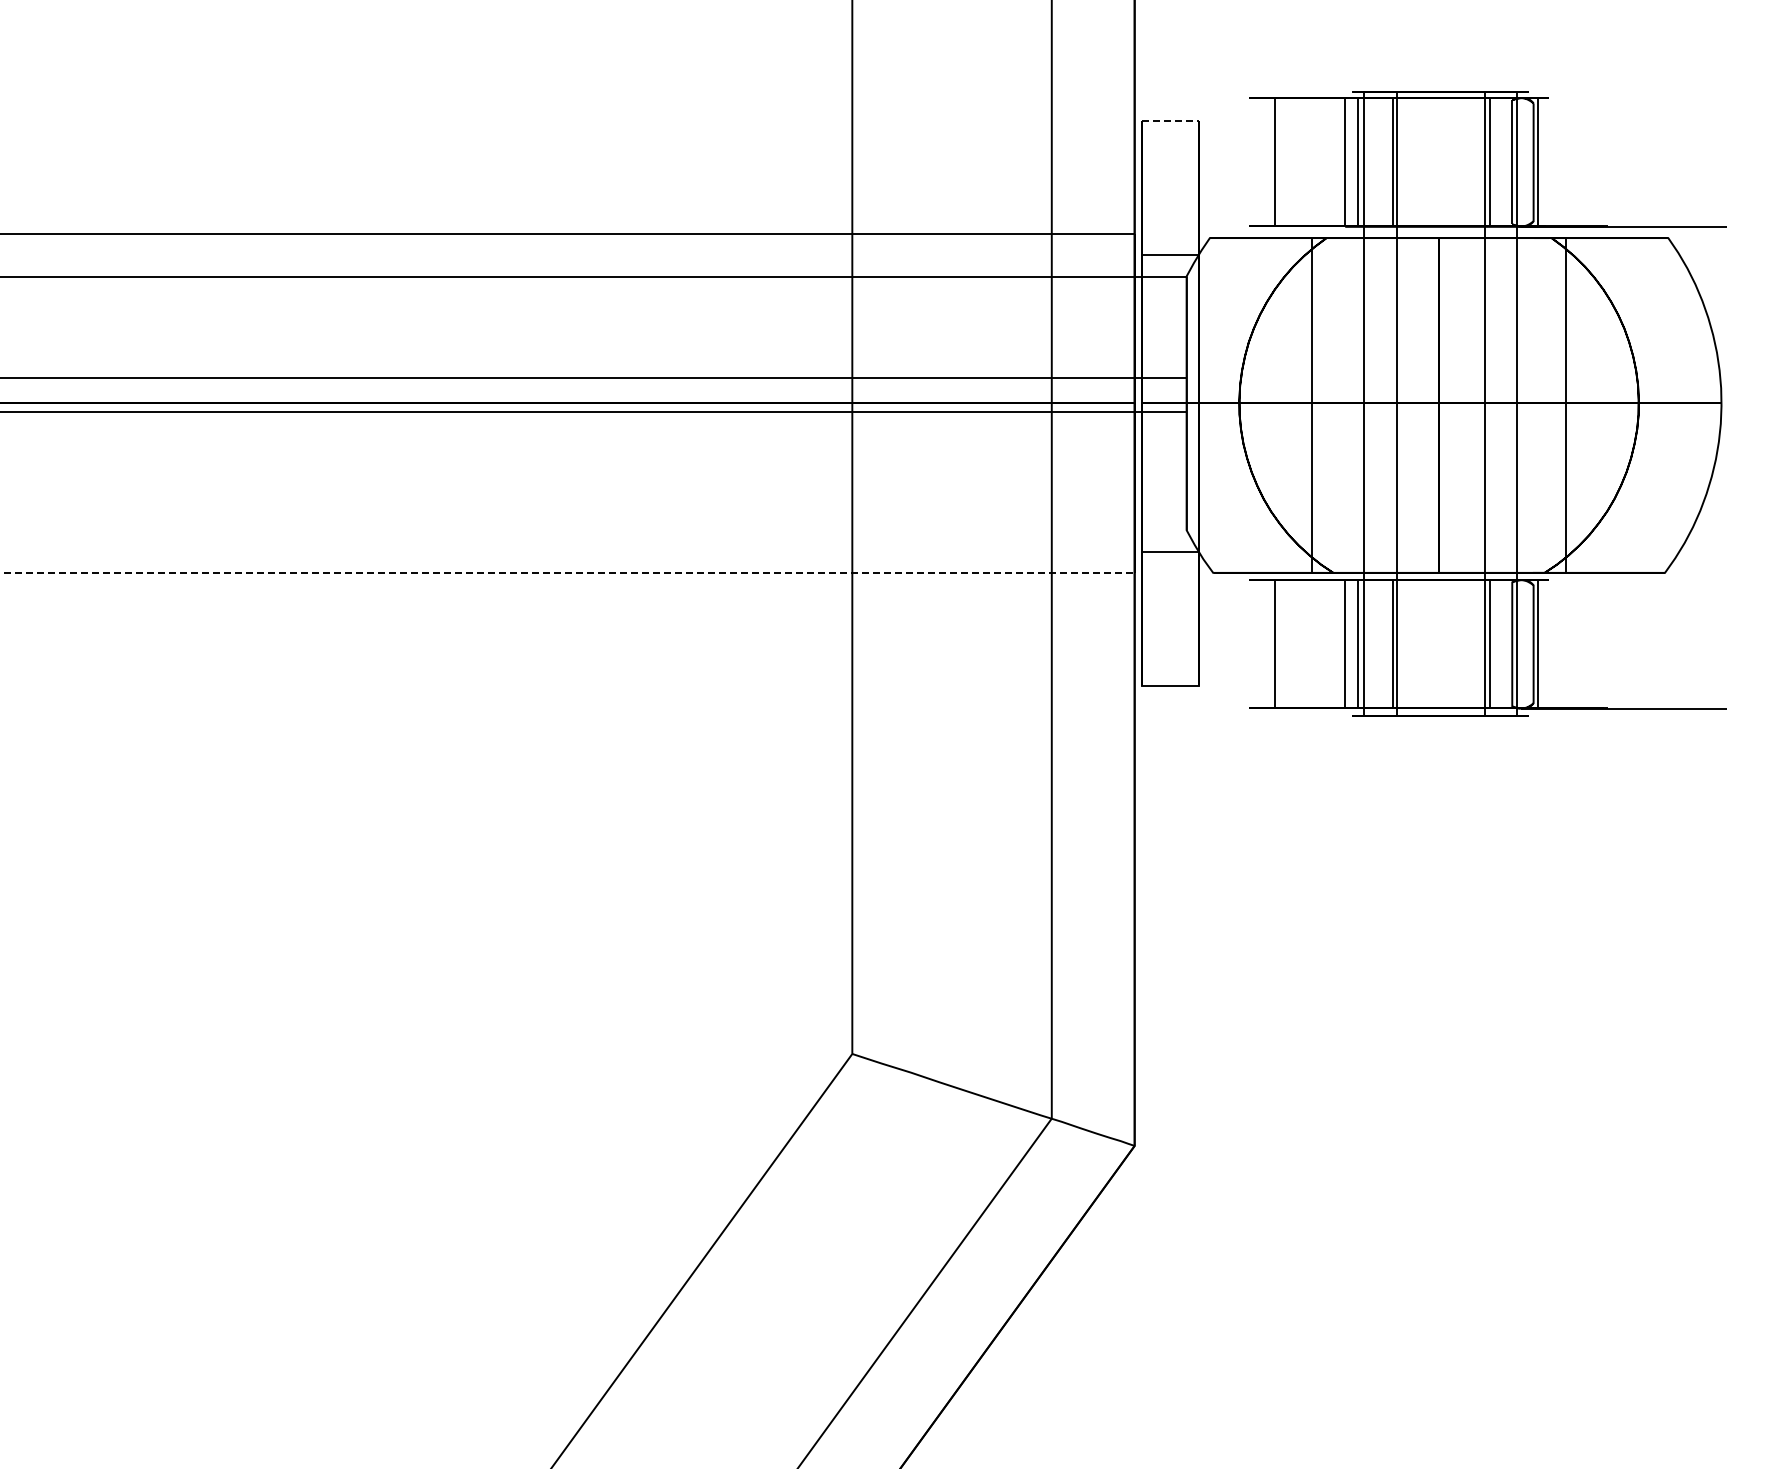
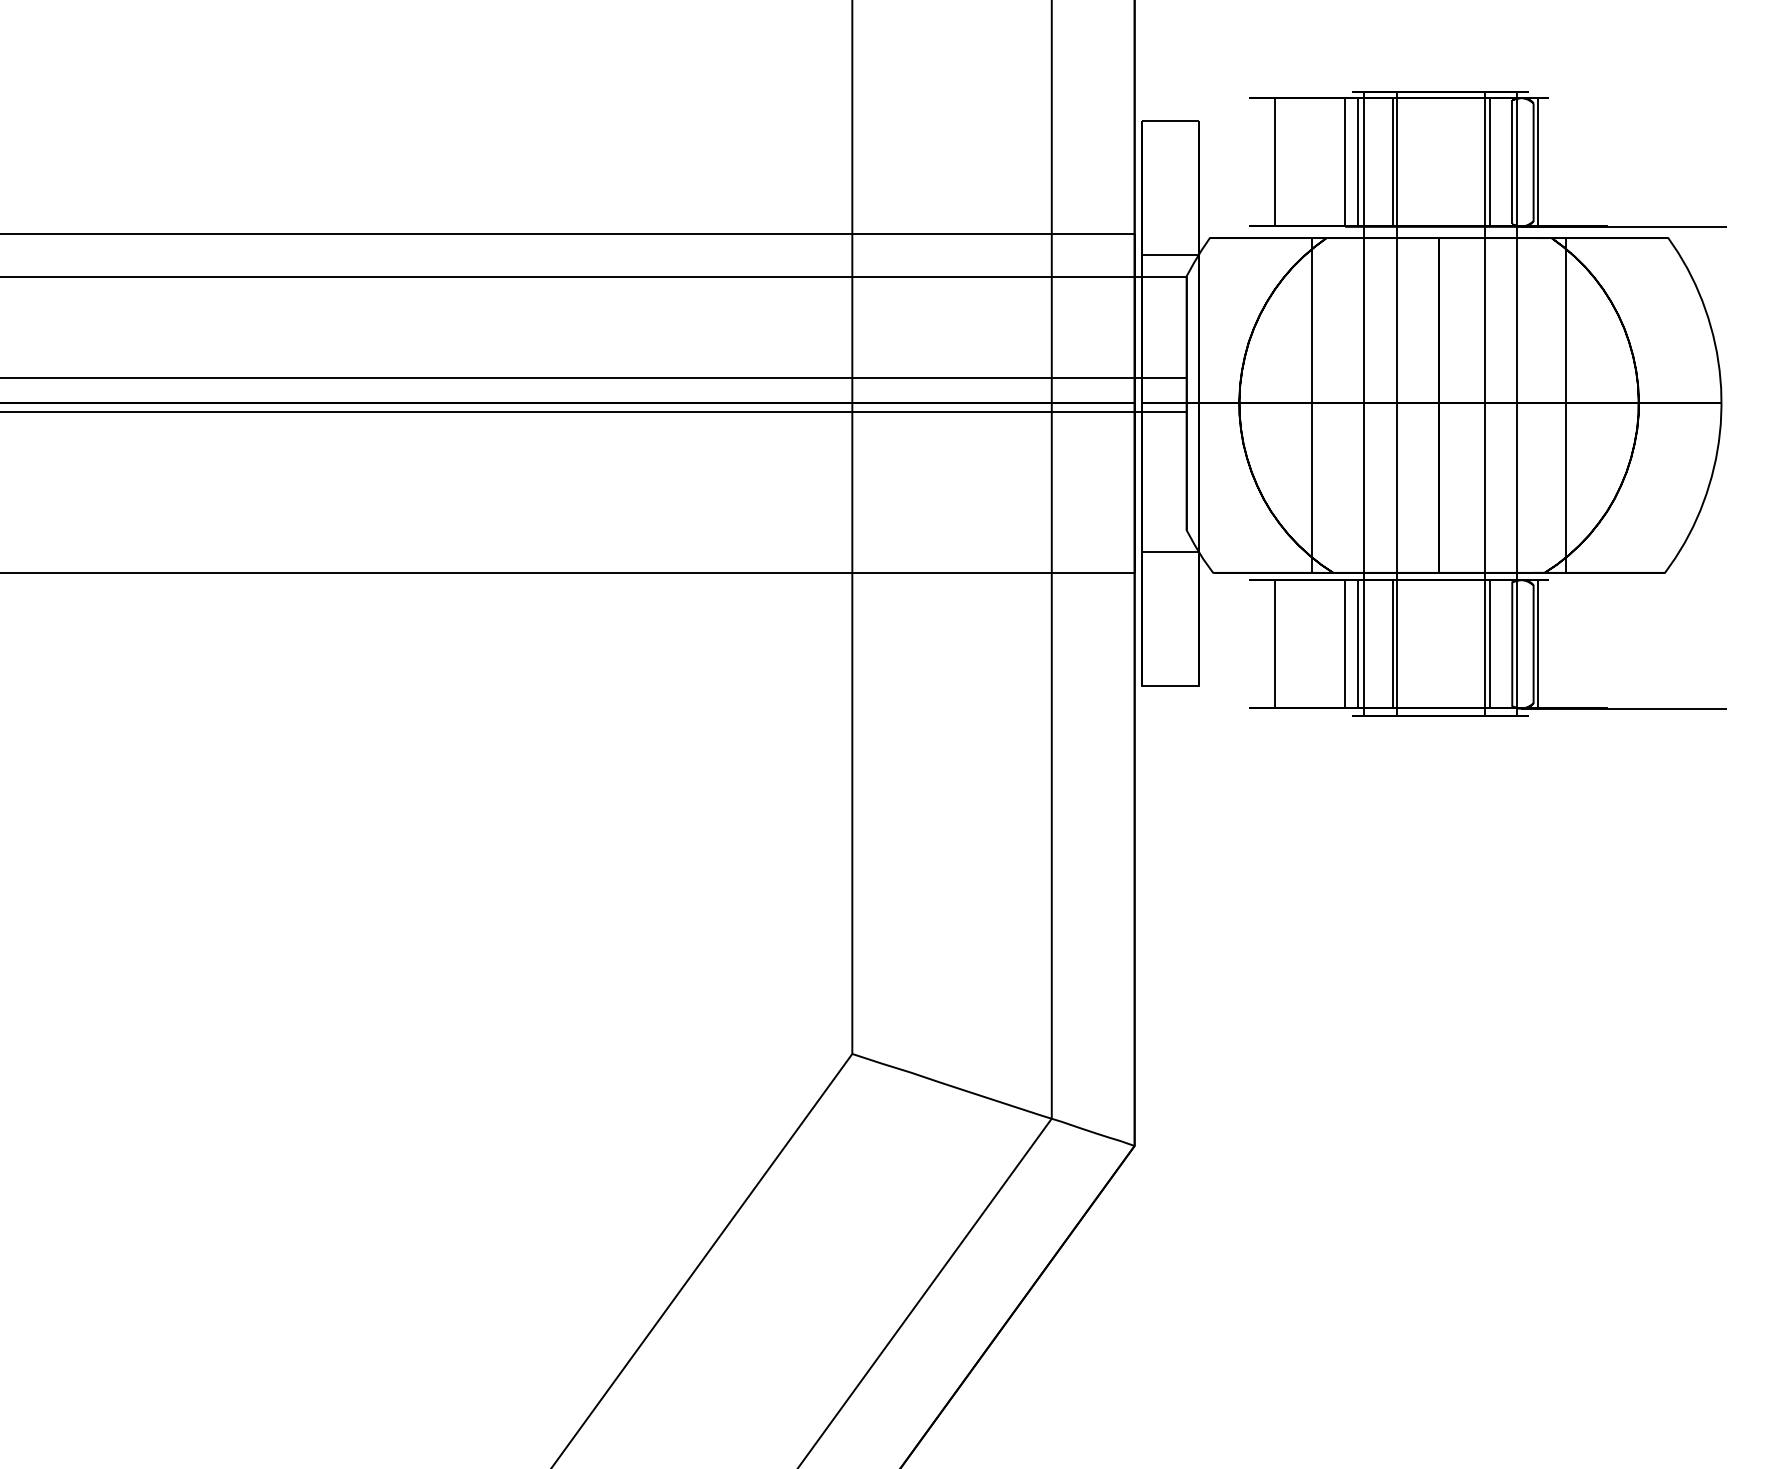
line at (1170, 120): dashed -> solid
line at (567, 572): dashed -> solid
